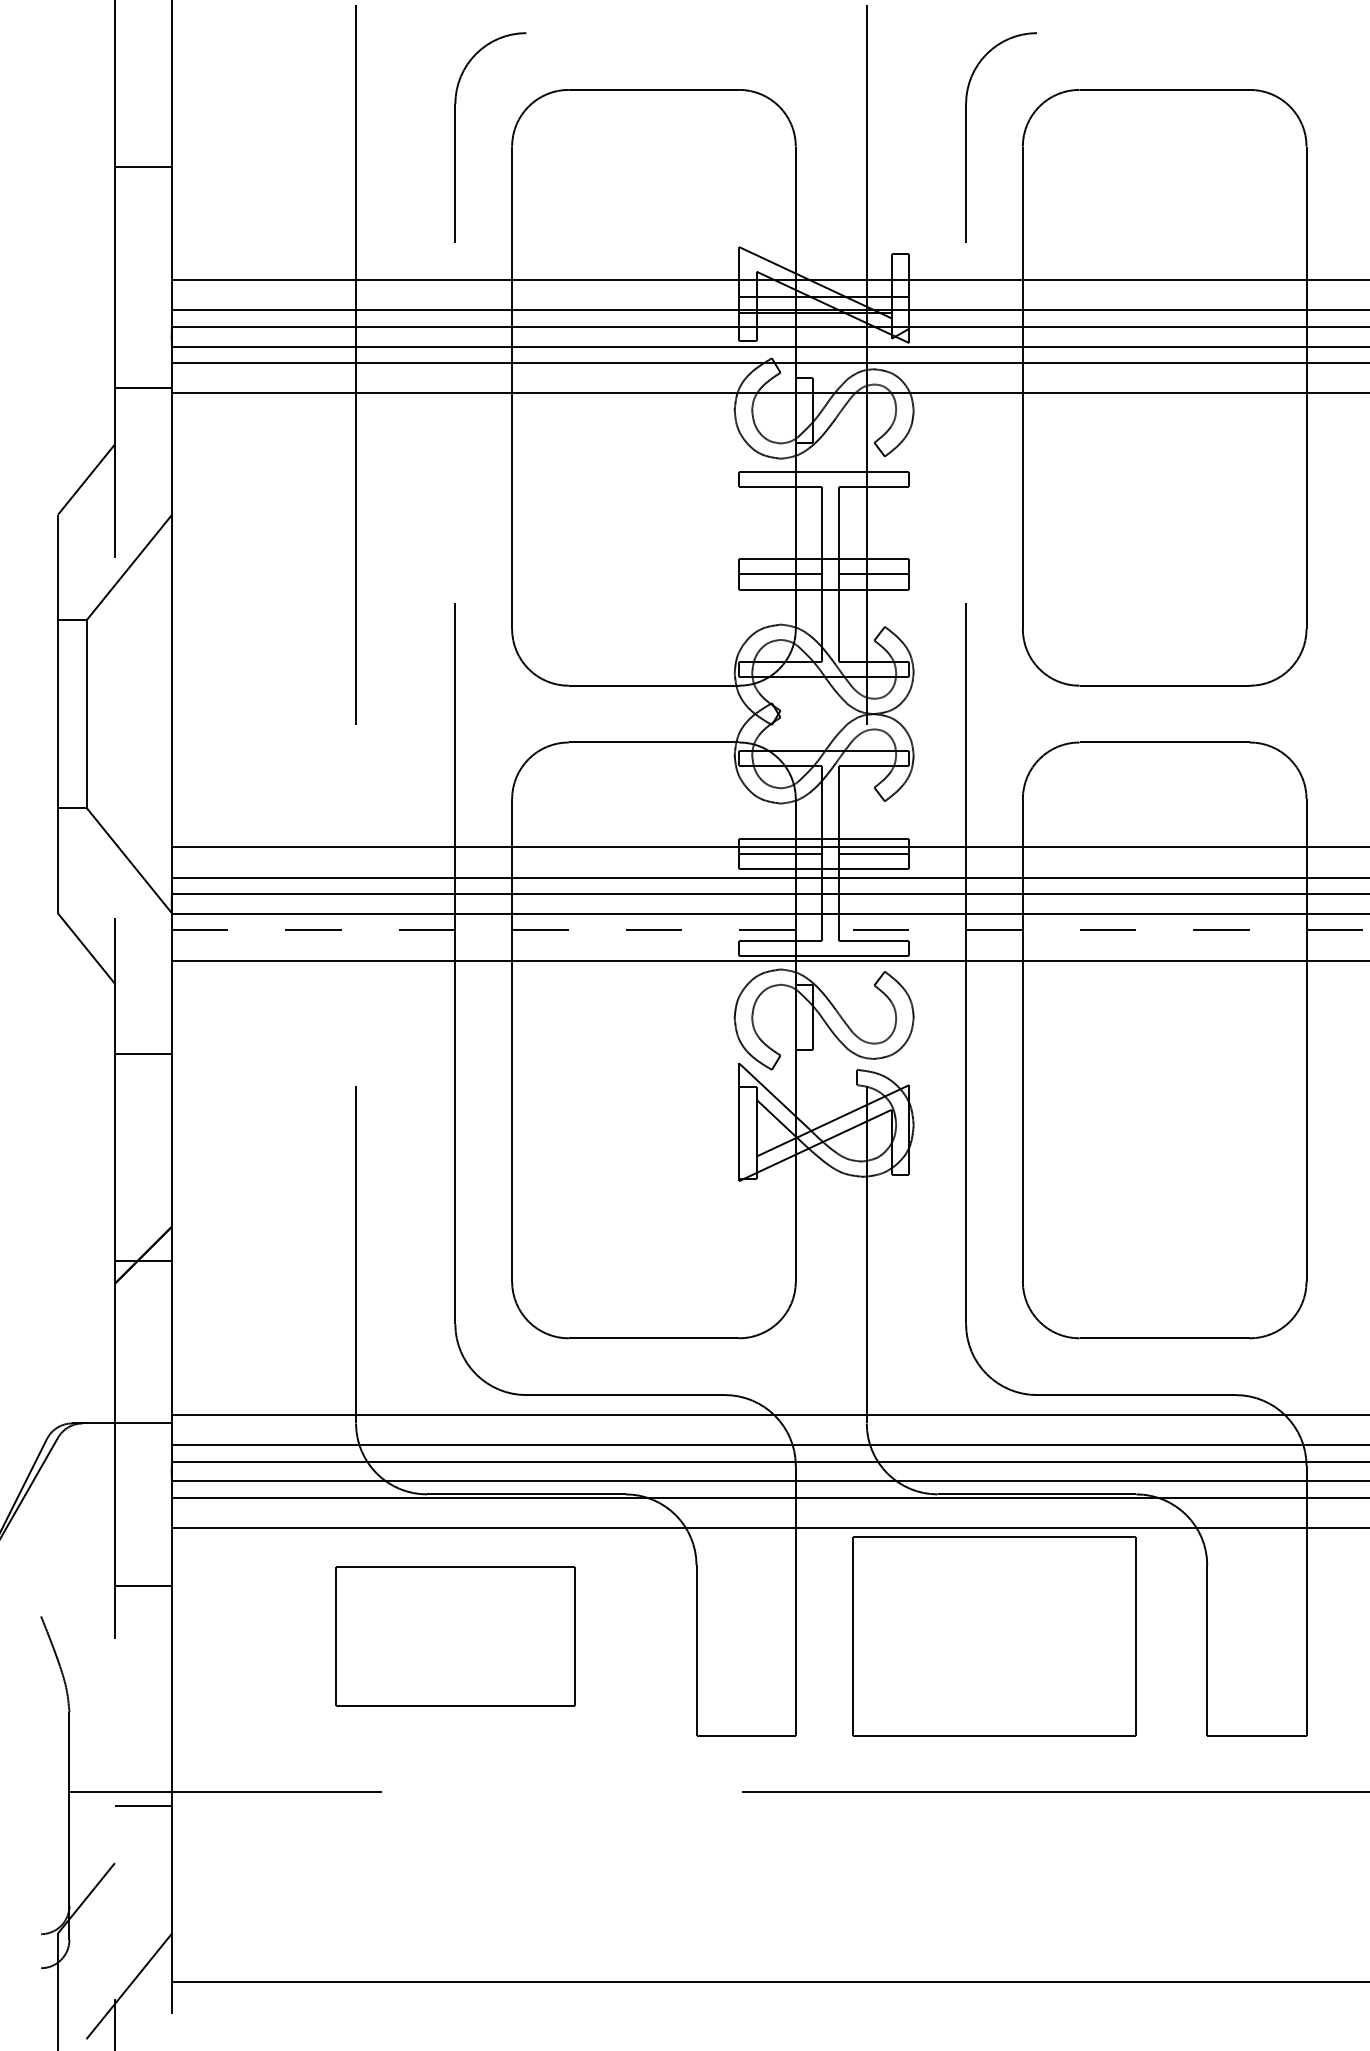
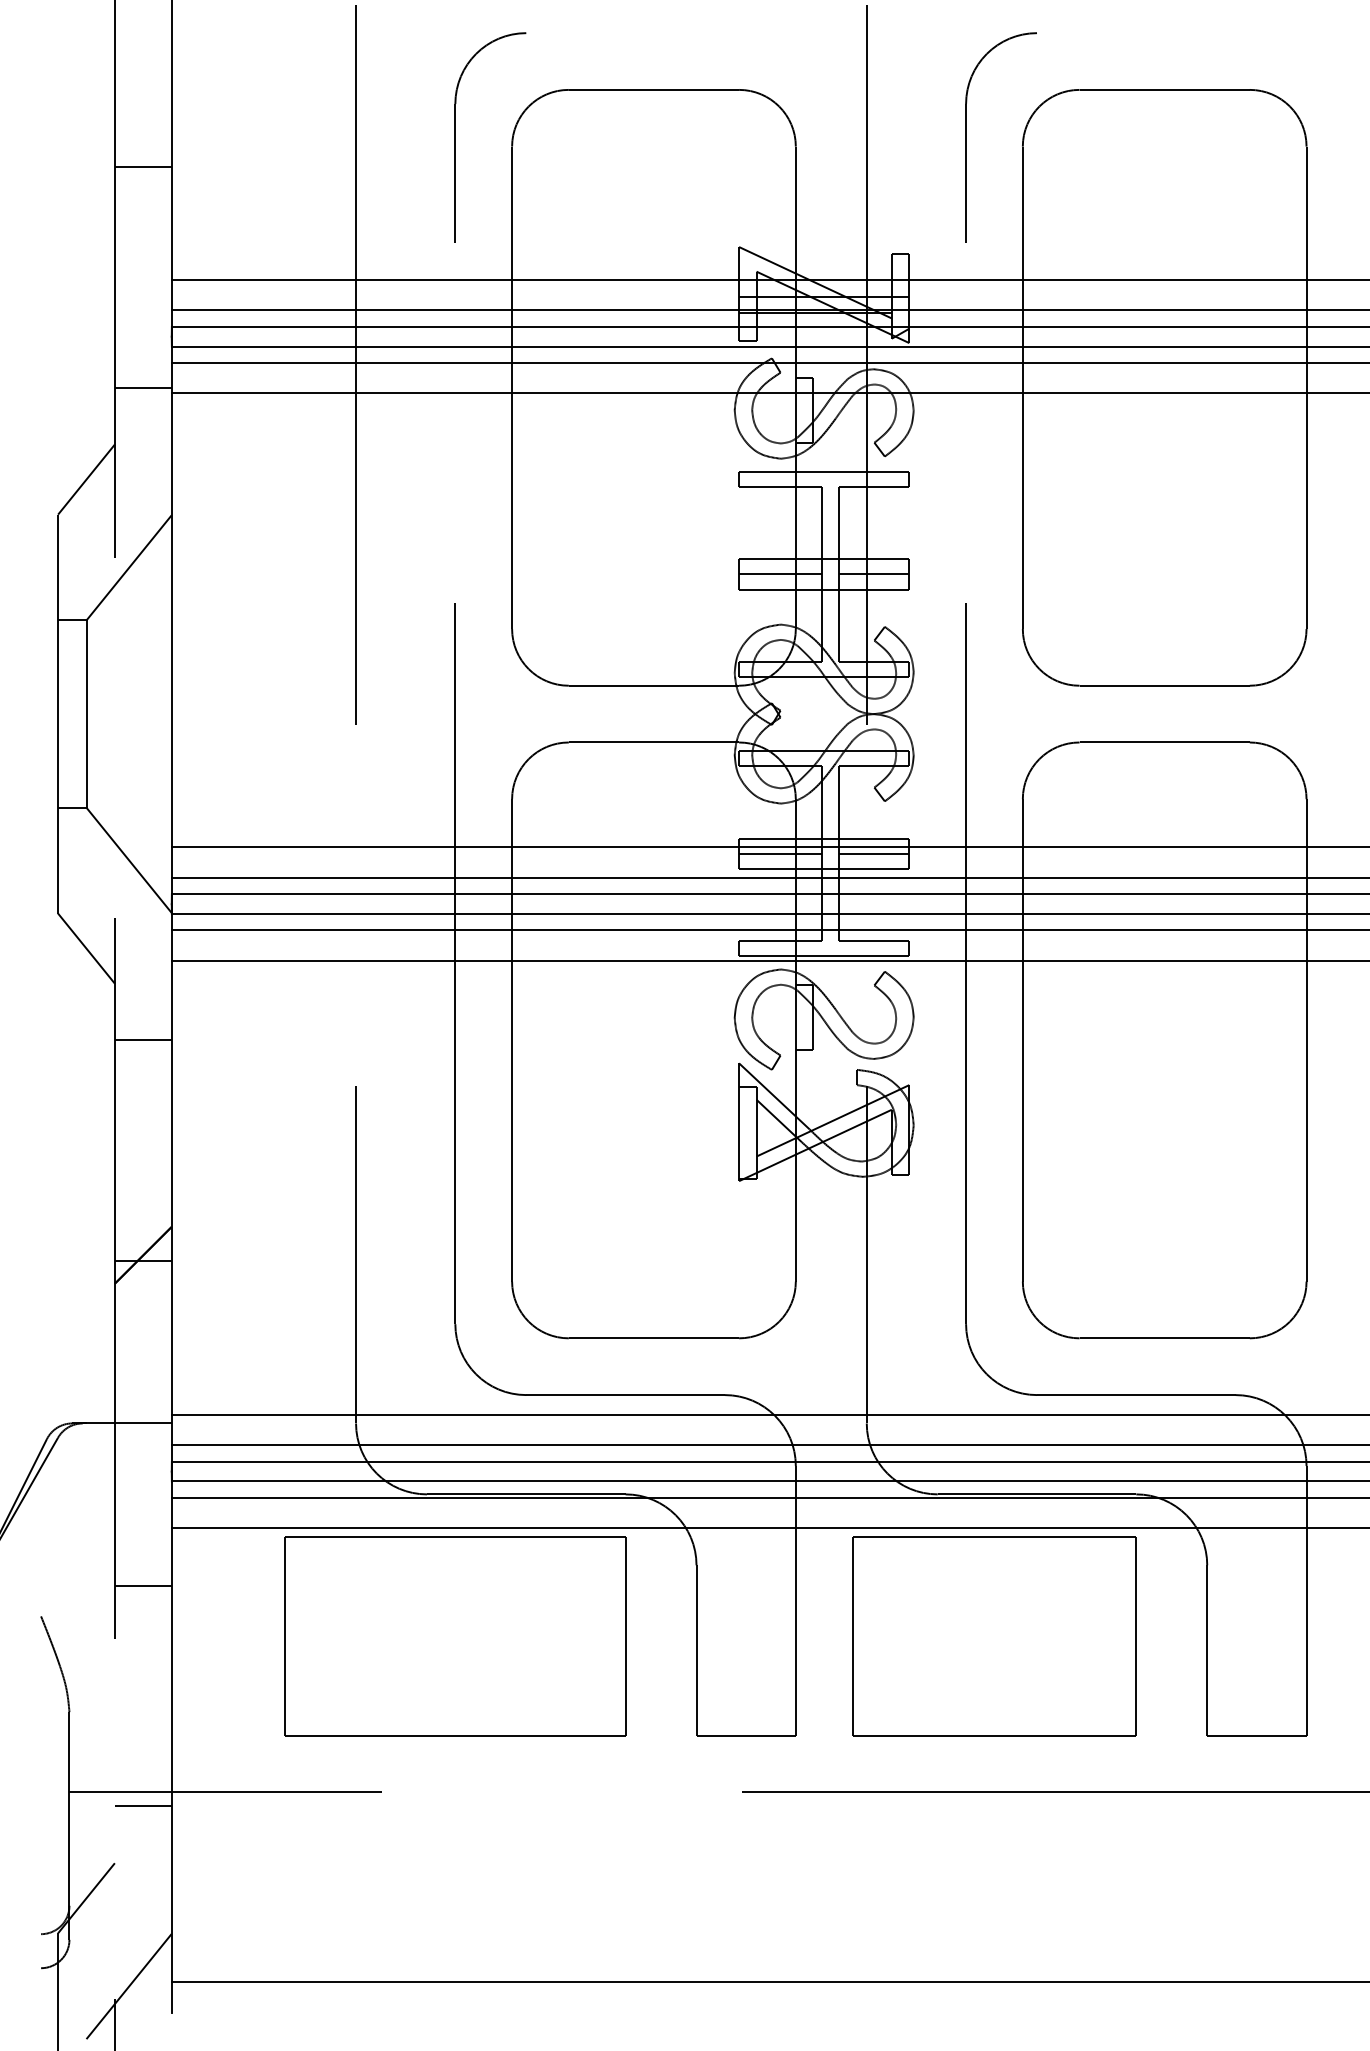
line at (770, 930): dashed -> solid
line at (142, 1054) position: (142, 1054) -> (142, 1040)
part at (455, 1636) size: 241x141 px -> 343x201 px
